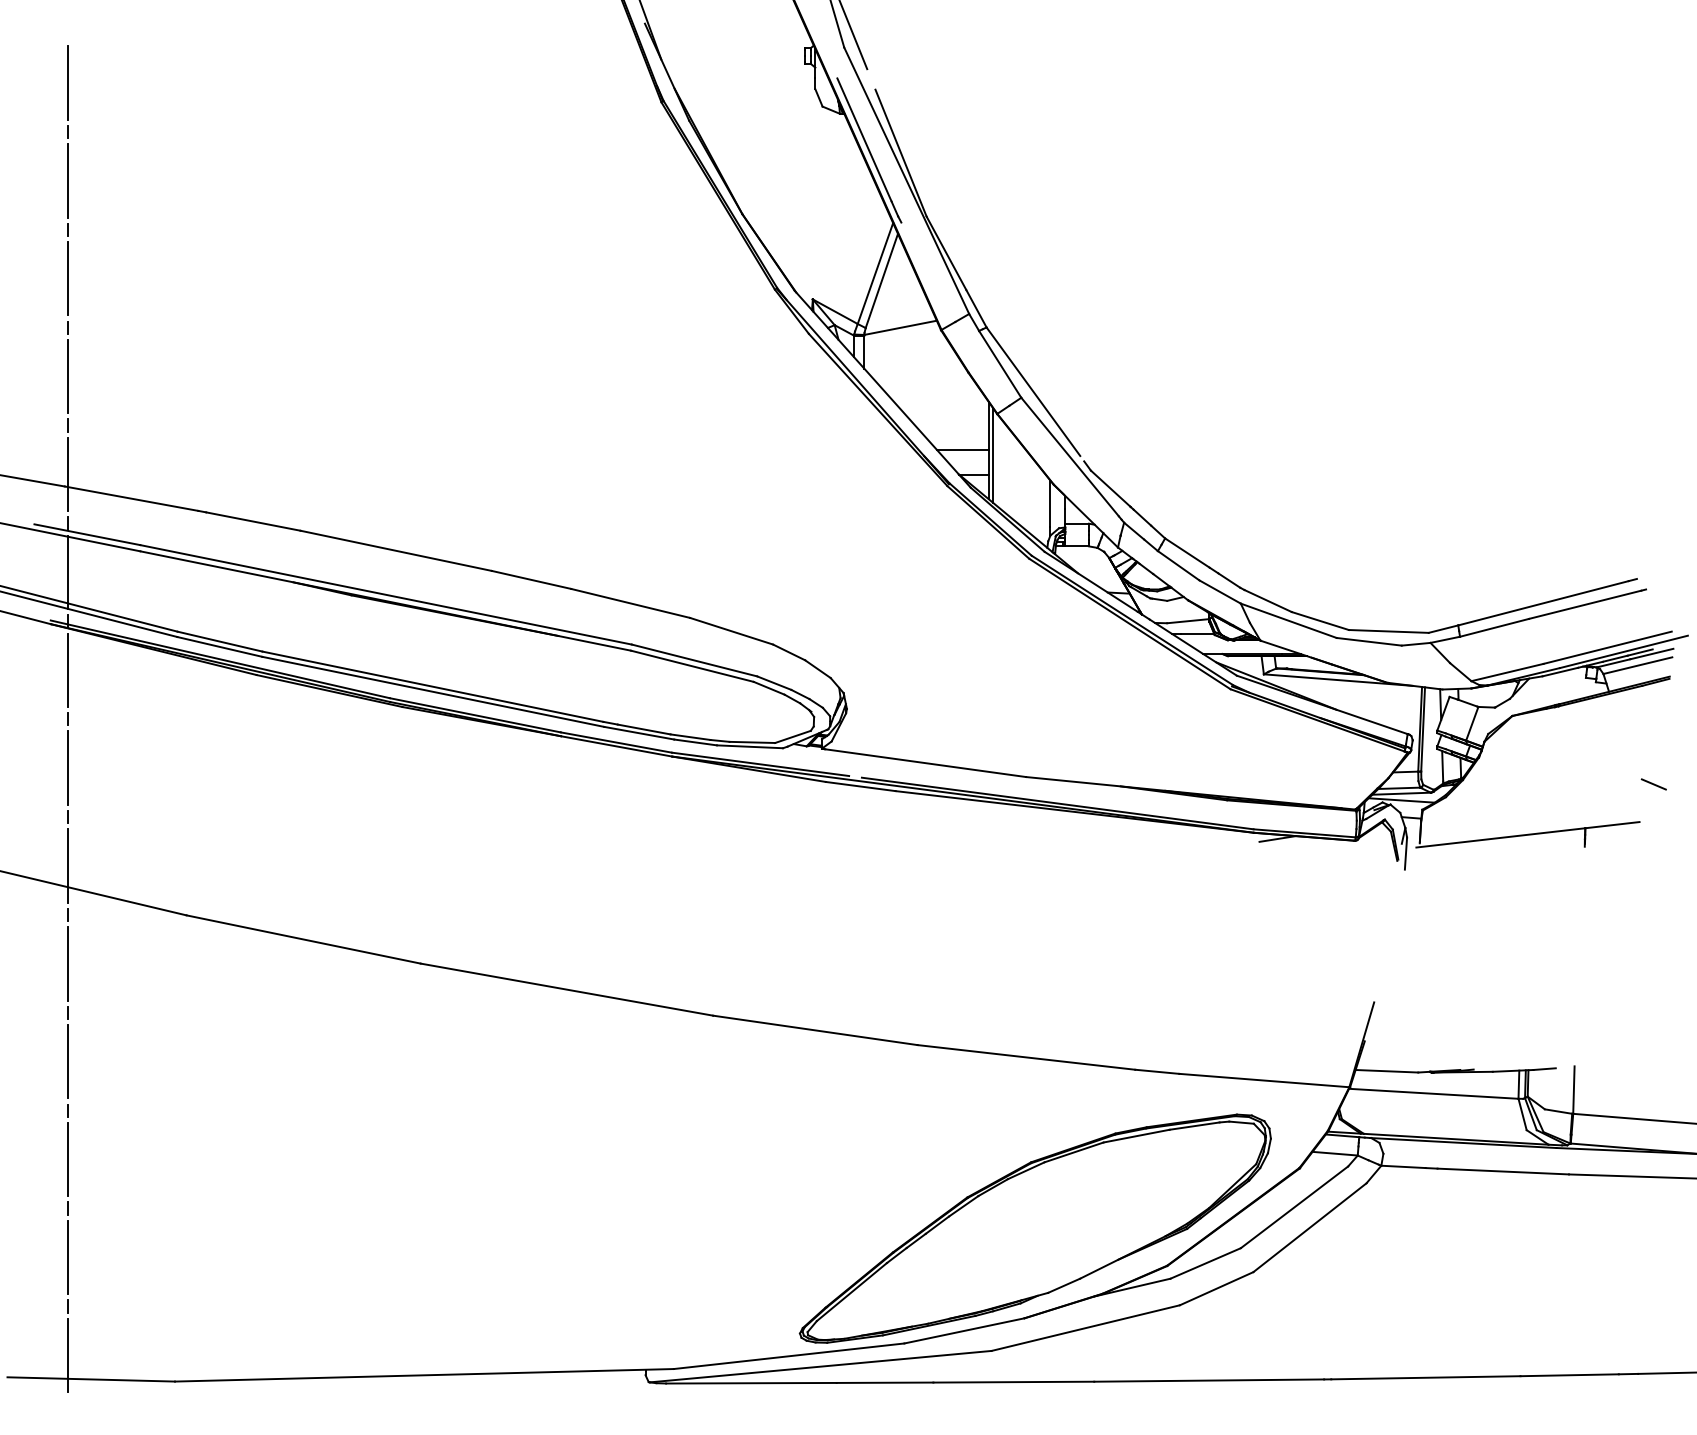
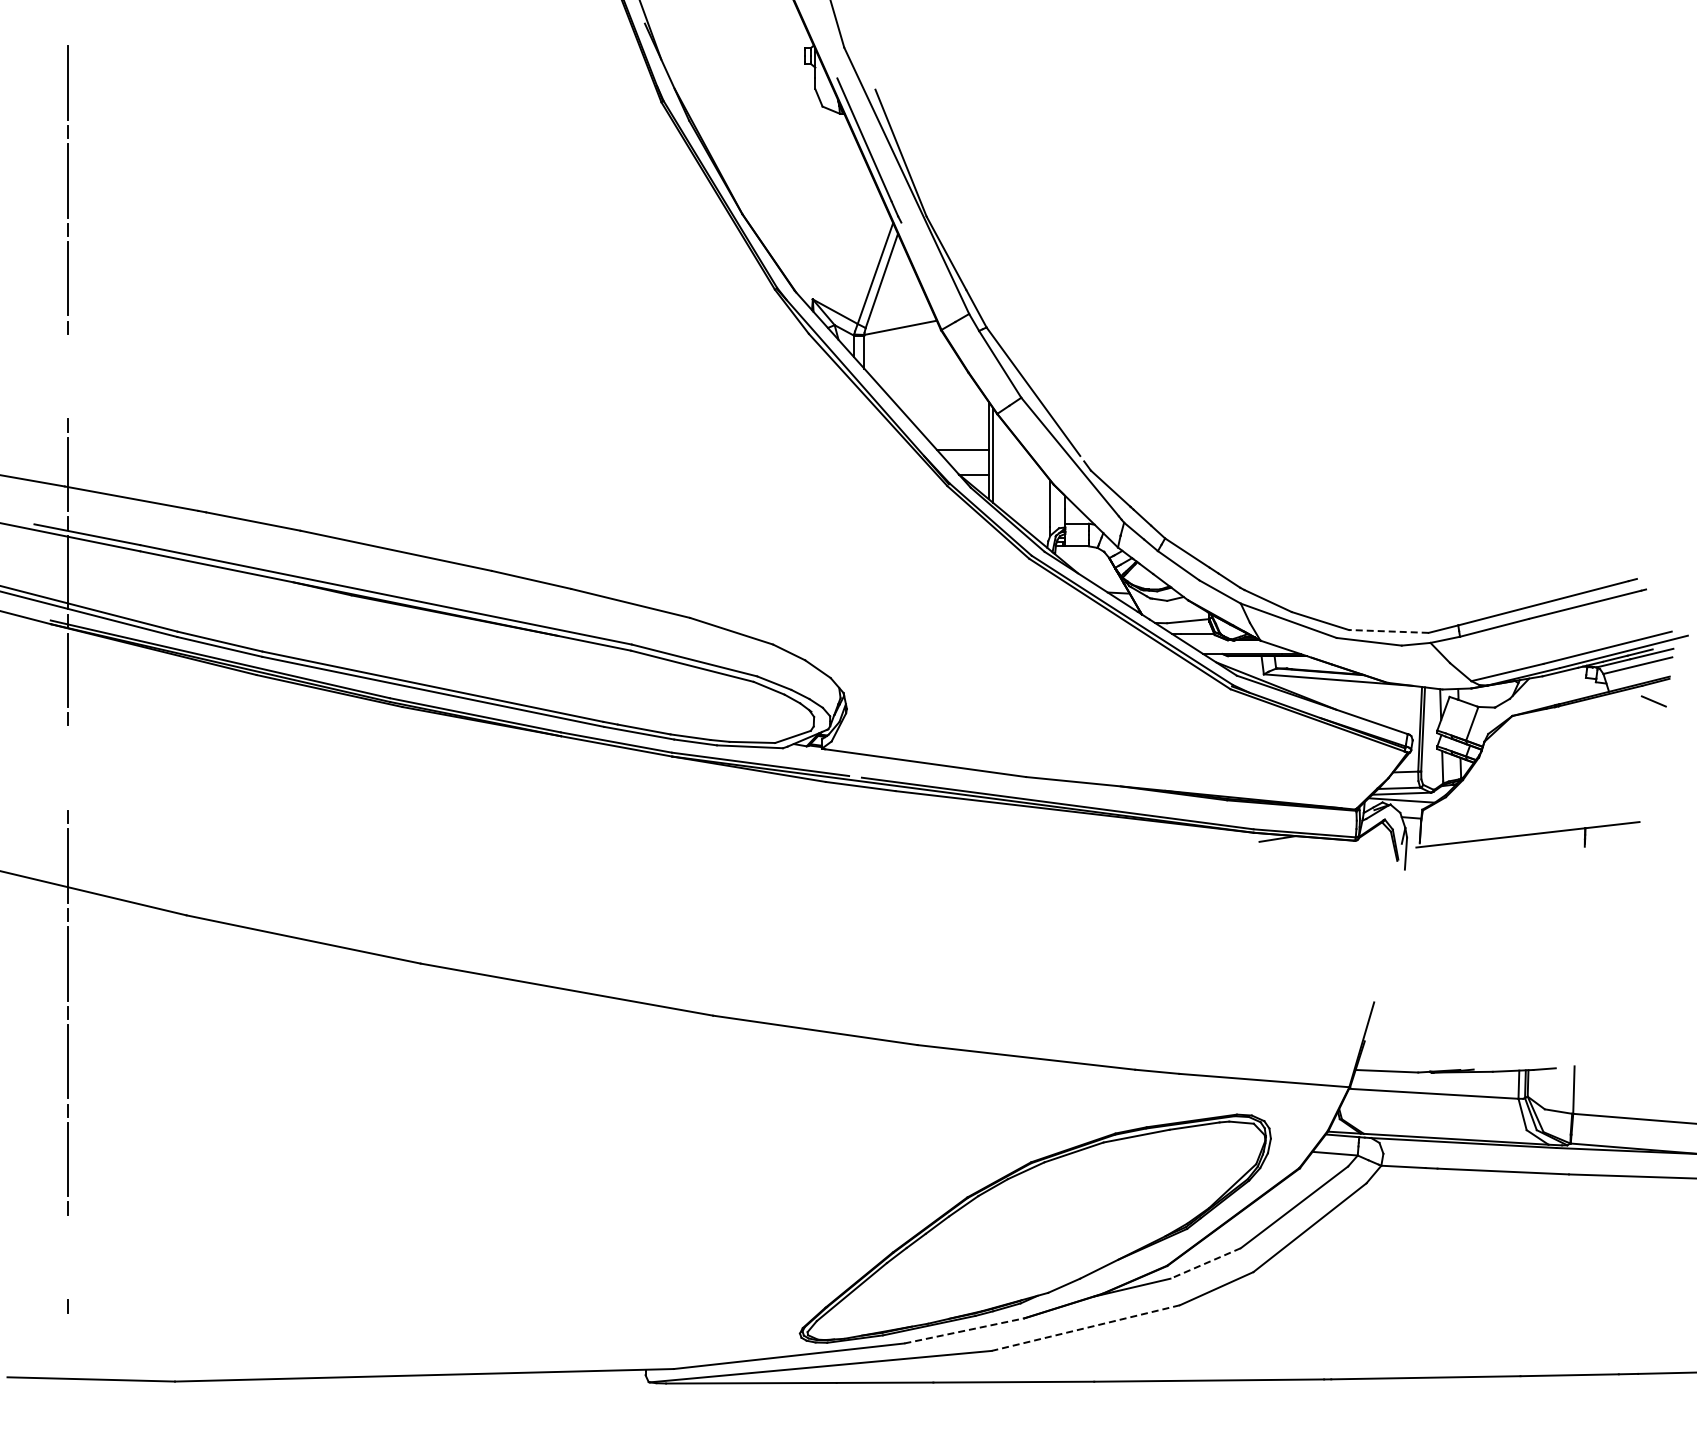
line at (853, 35): present -> none
line at (67, 376): present -> none
line at (1388, 631): solid -> dashed
line at (67, 767): present -> none
line at (1653, 784) position: (1653, 784) -> (1653, 701)
line at (67, 1257): present -> none
line at (1205, 1263): solid -> dashed
line at (1085, 1328): solid -> dashed
line at (964, 1330): solid -> dashed
line at (67, 1355): present -> none
